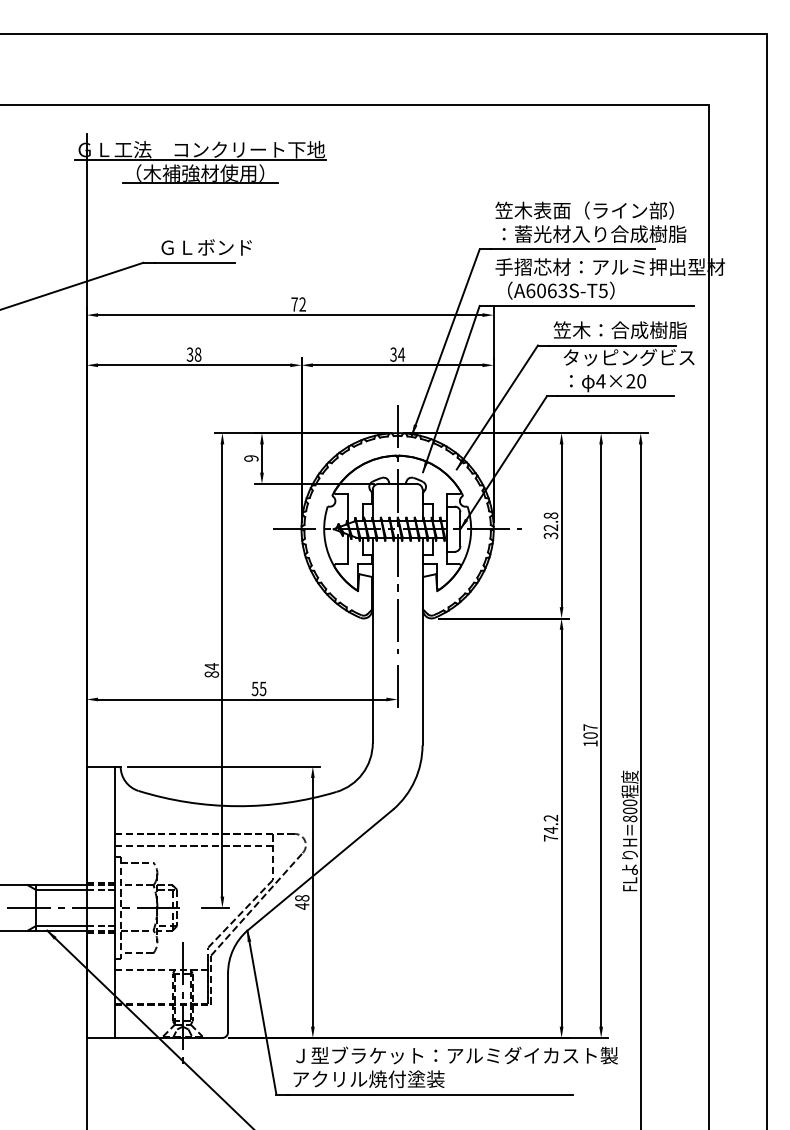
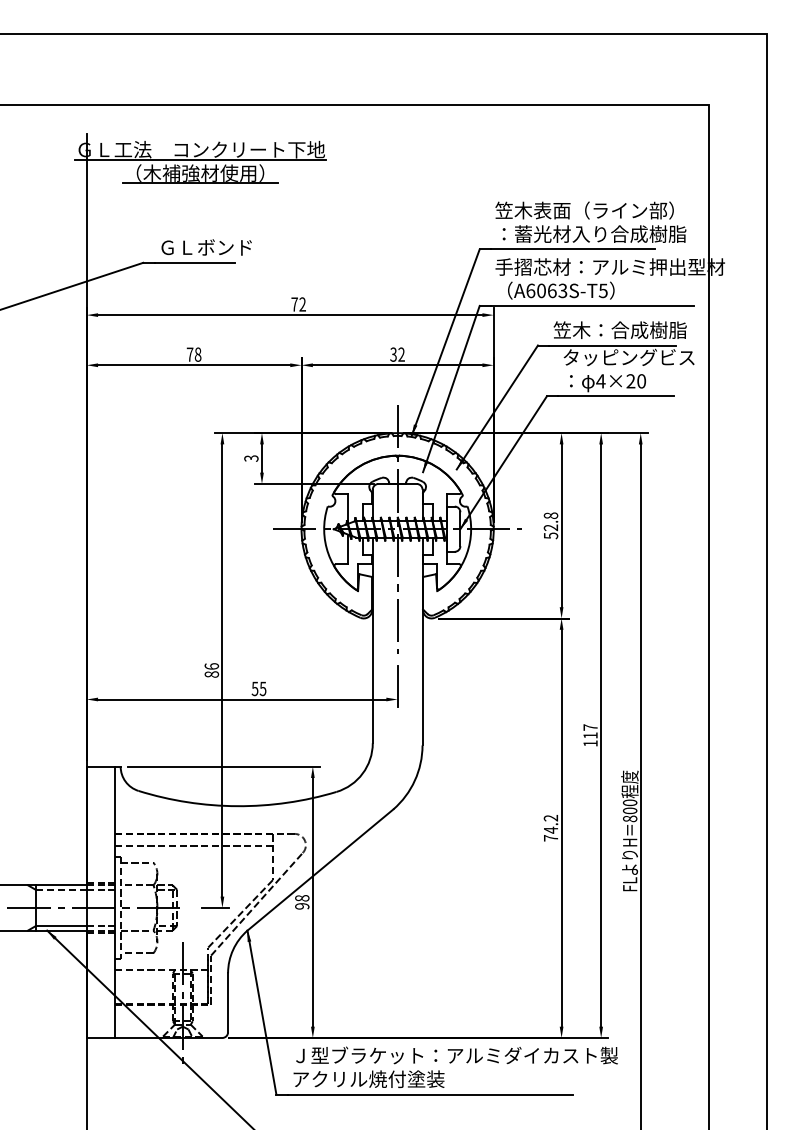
text at (189, 354): 38 -> 78
text at (401, 354): 34 -> 32
text at (251, 458): 9 -> 3
text at (550, 535): 32.8 -> 52.8
text at (211, 666): 84 -> 86
text at (590, 735): 107 -> 117
line at (61, 889): solid -> dashed
text at (302, 905): 48 -> 98
